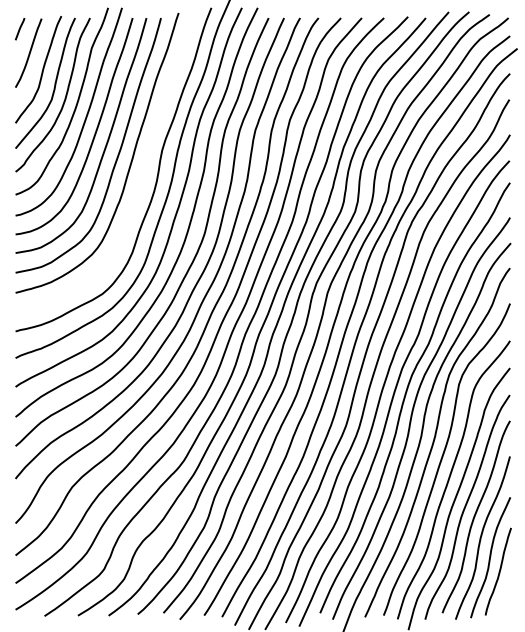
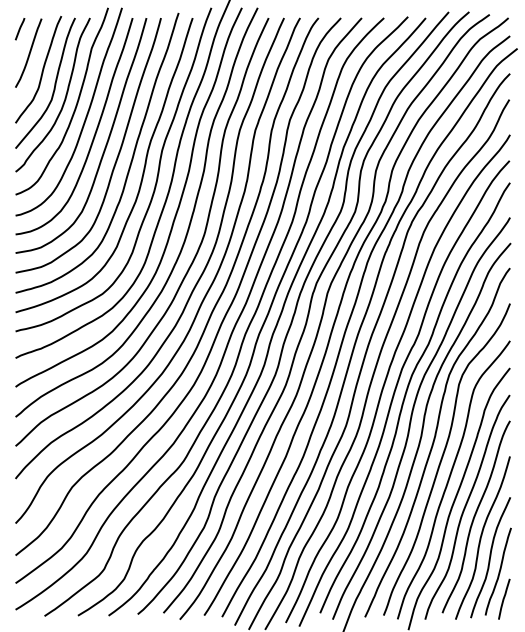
curve at (141, 176): none -> present
line at (504, 598): none -> present
